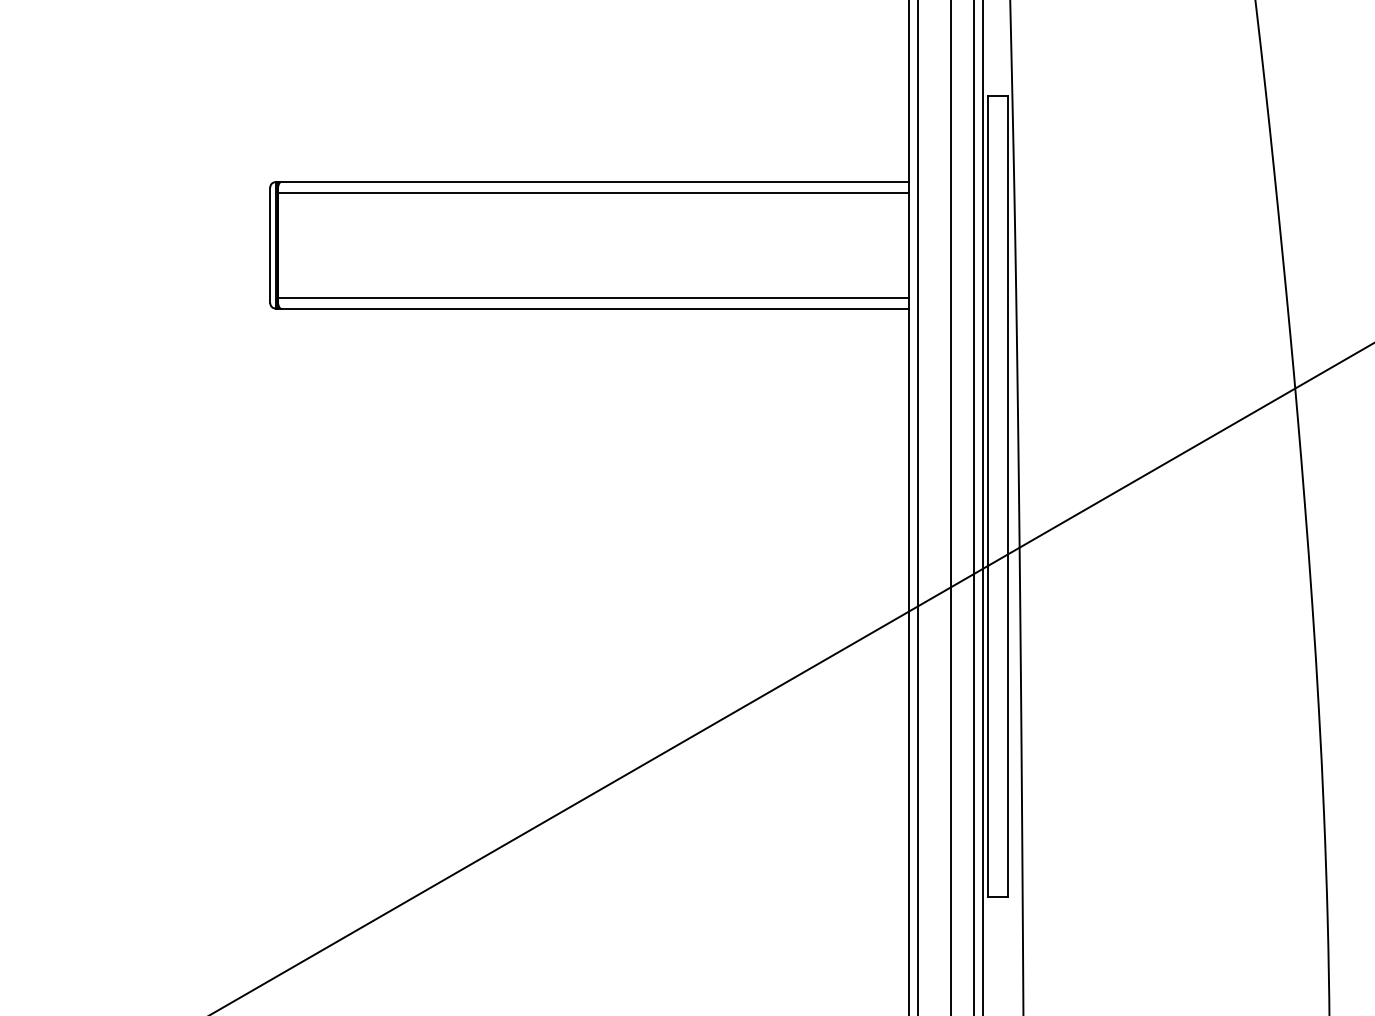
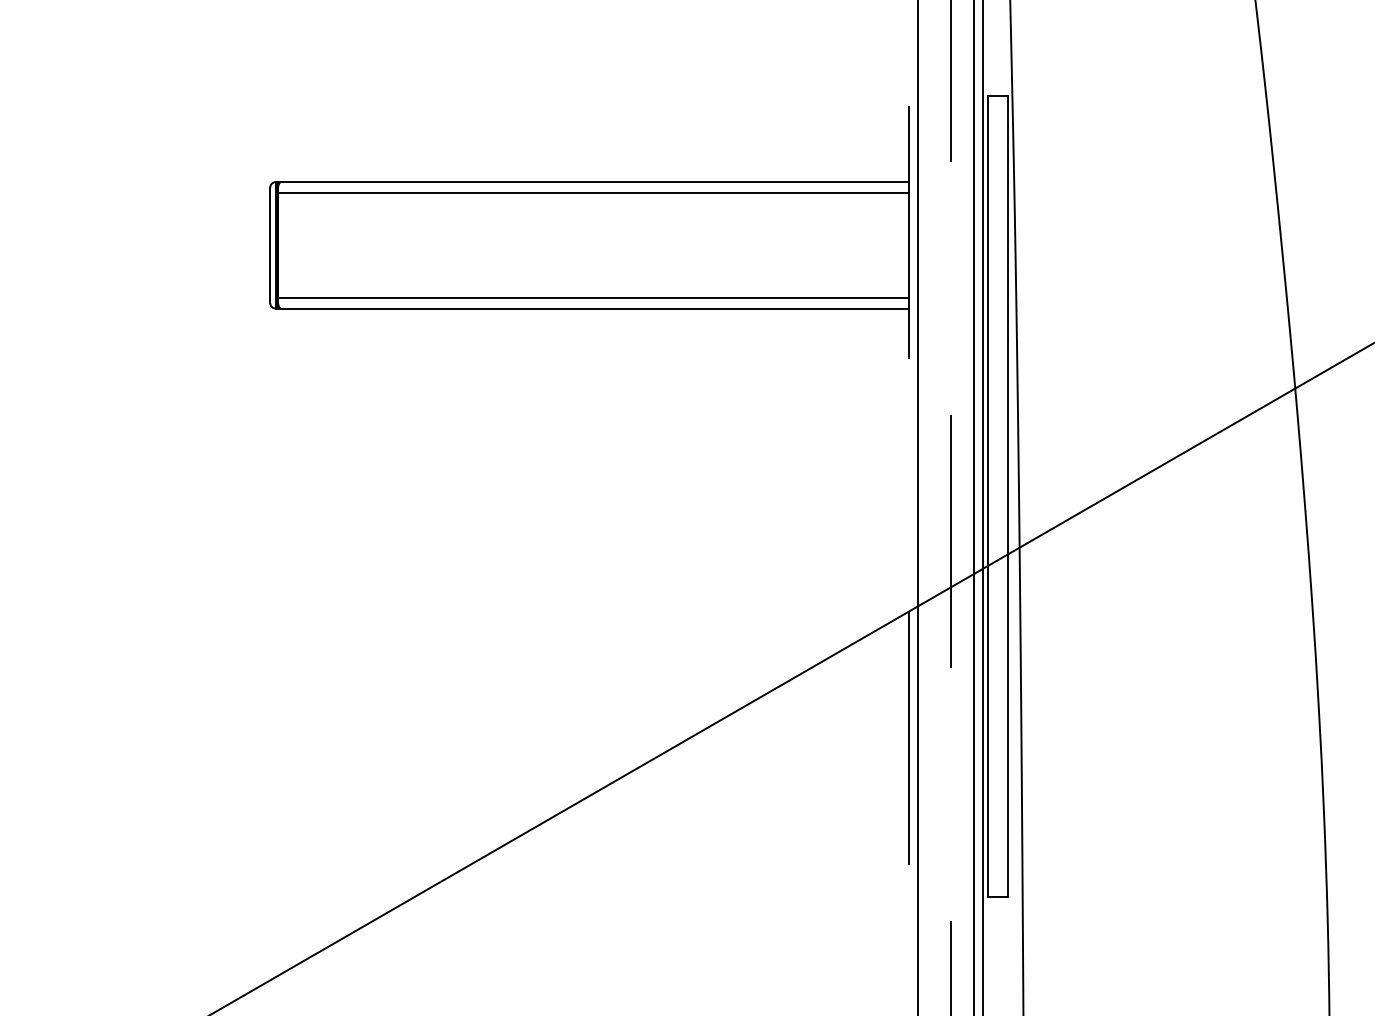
line at (909, 507): solid -> dashed
line at (950, 508): solid -> dashed
